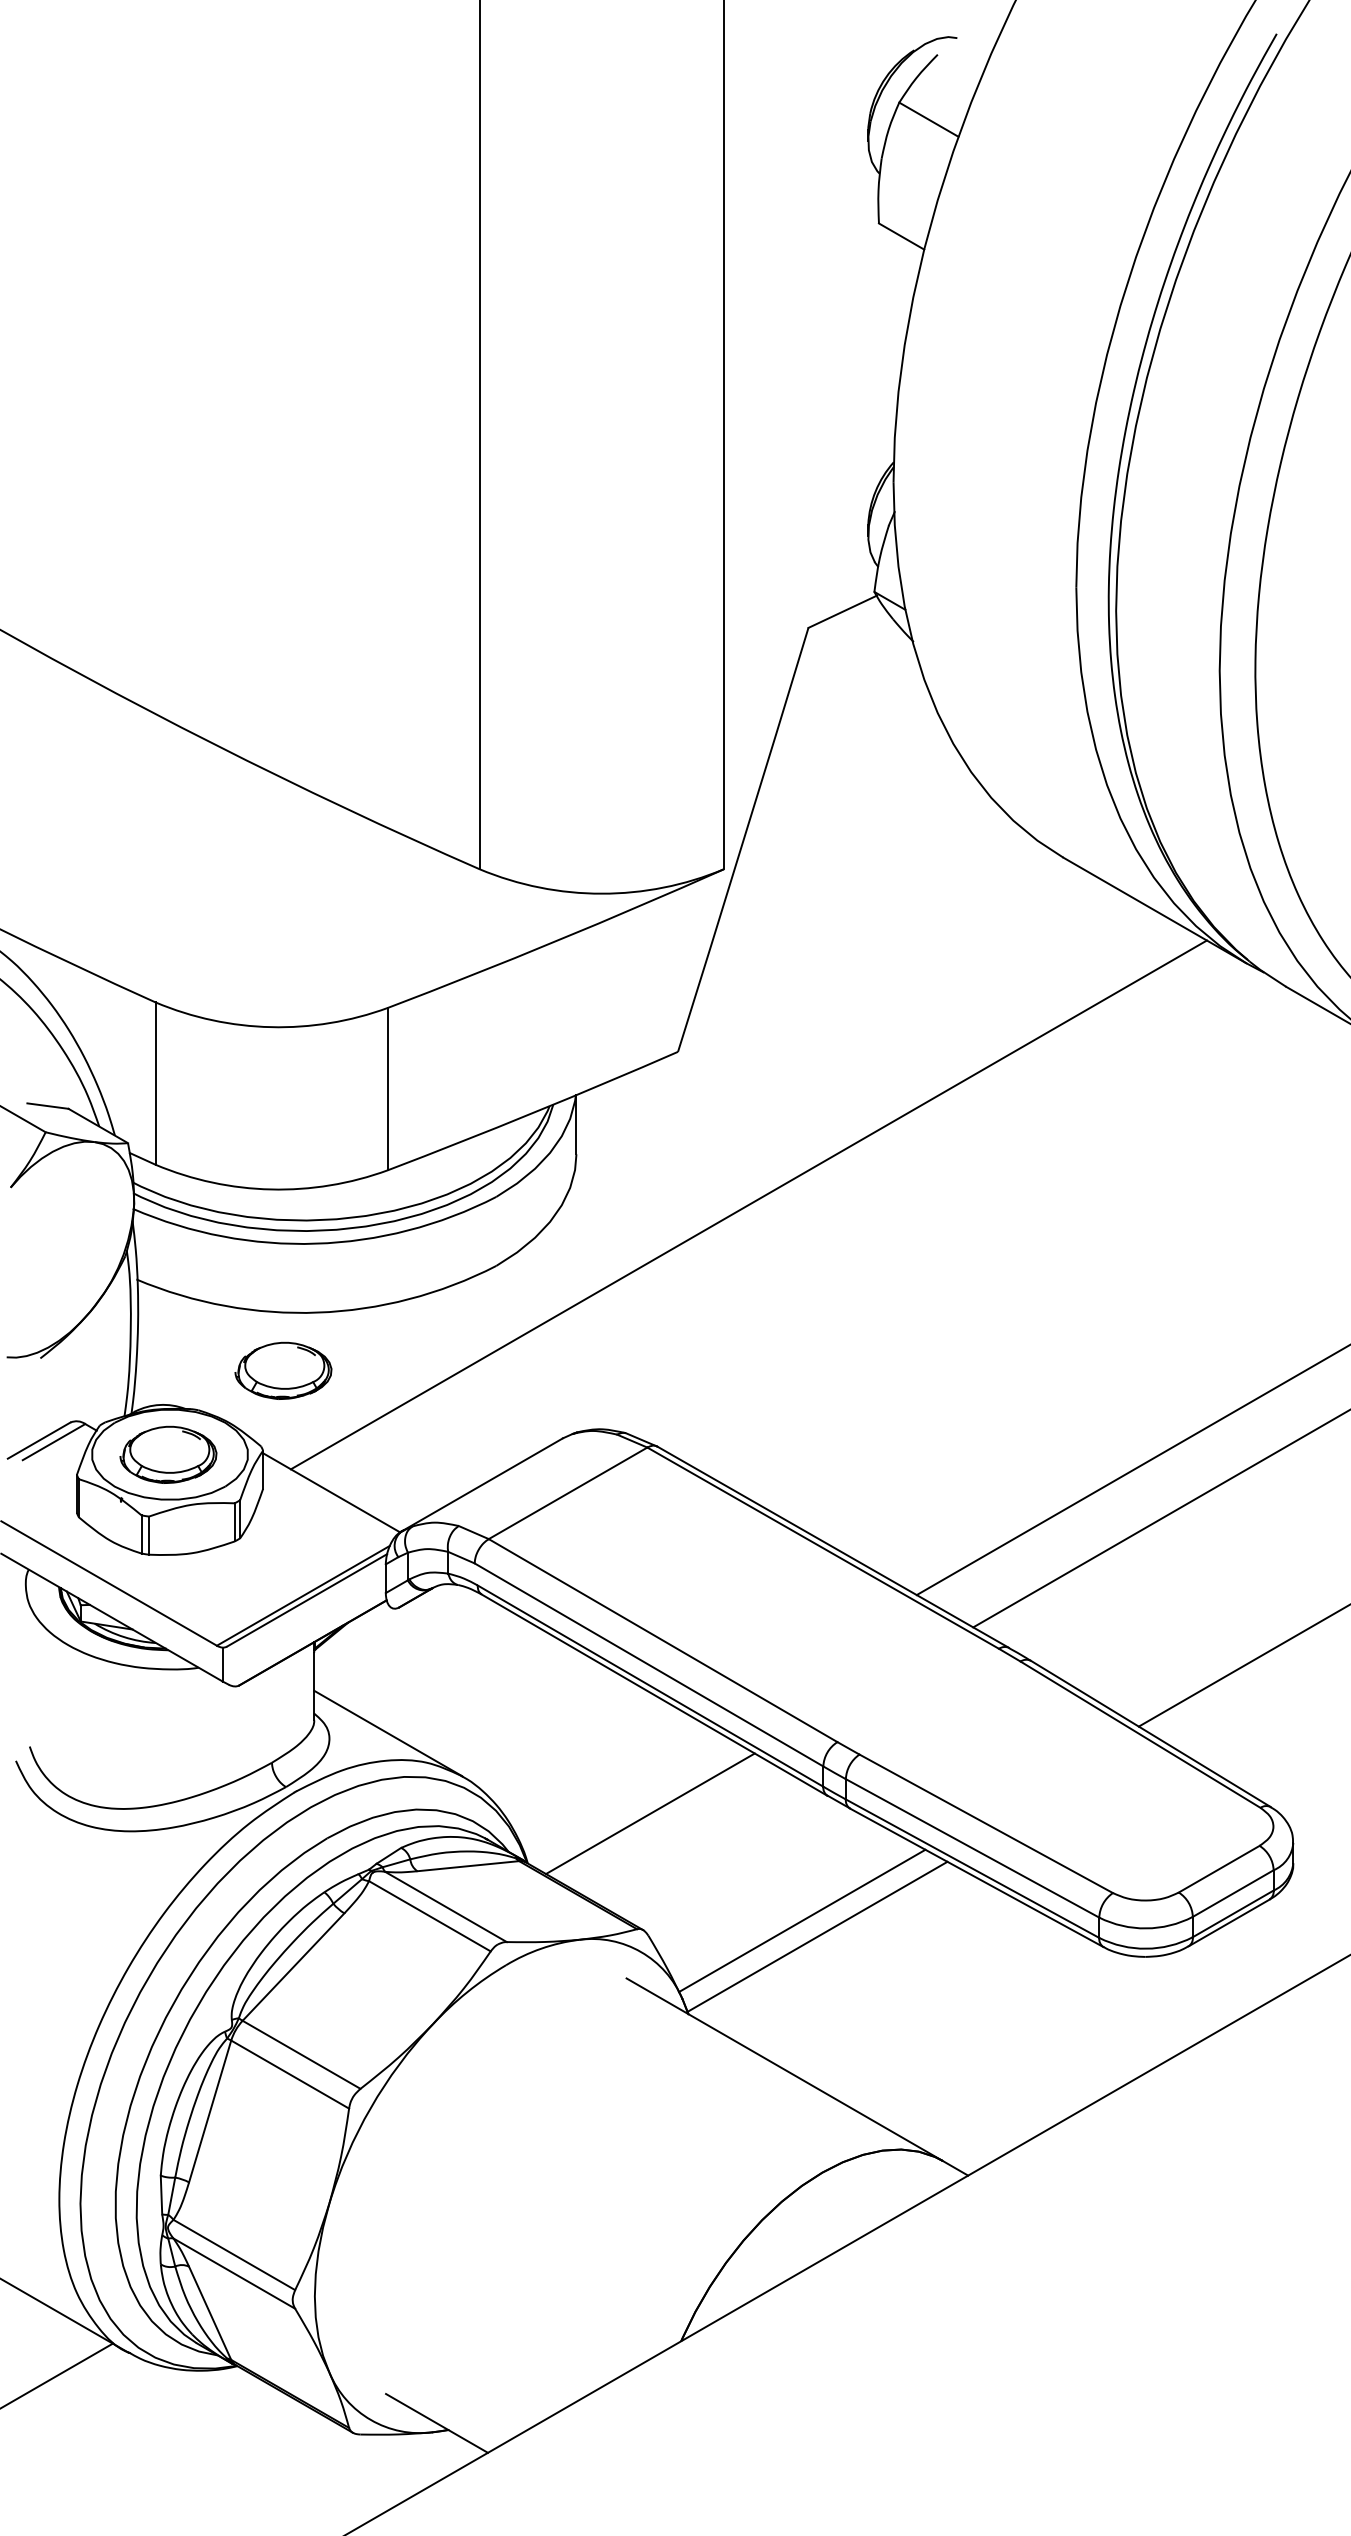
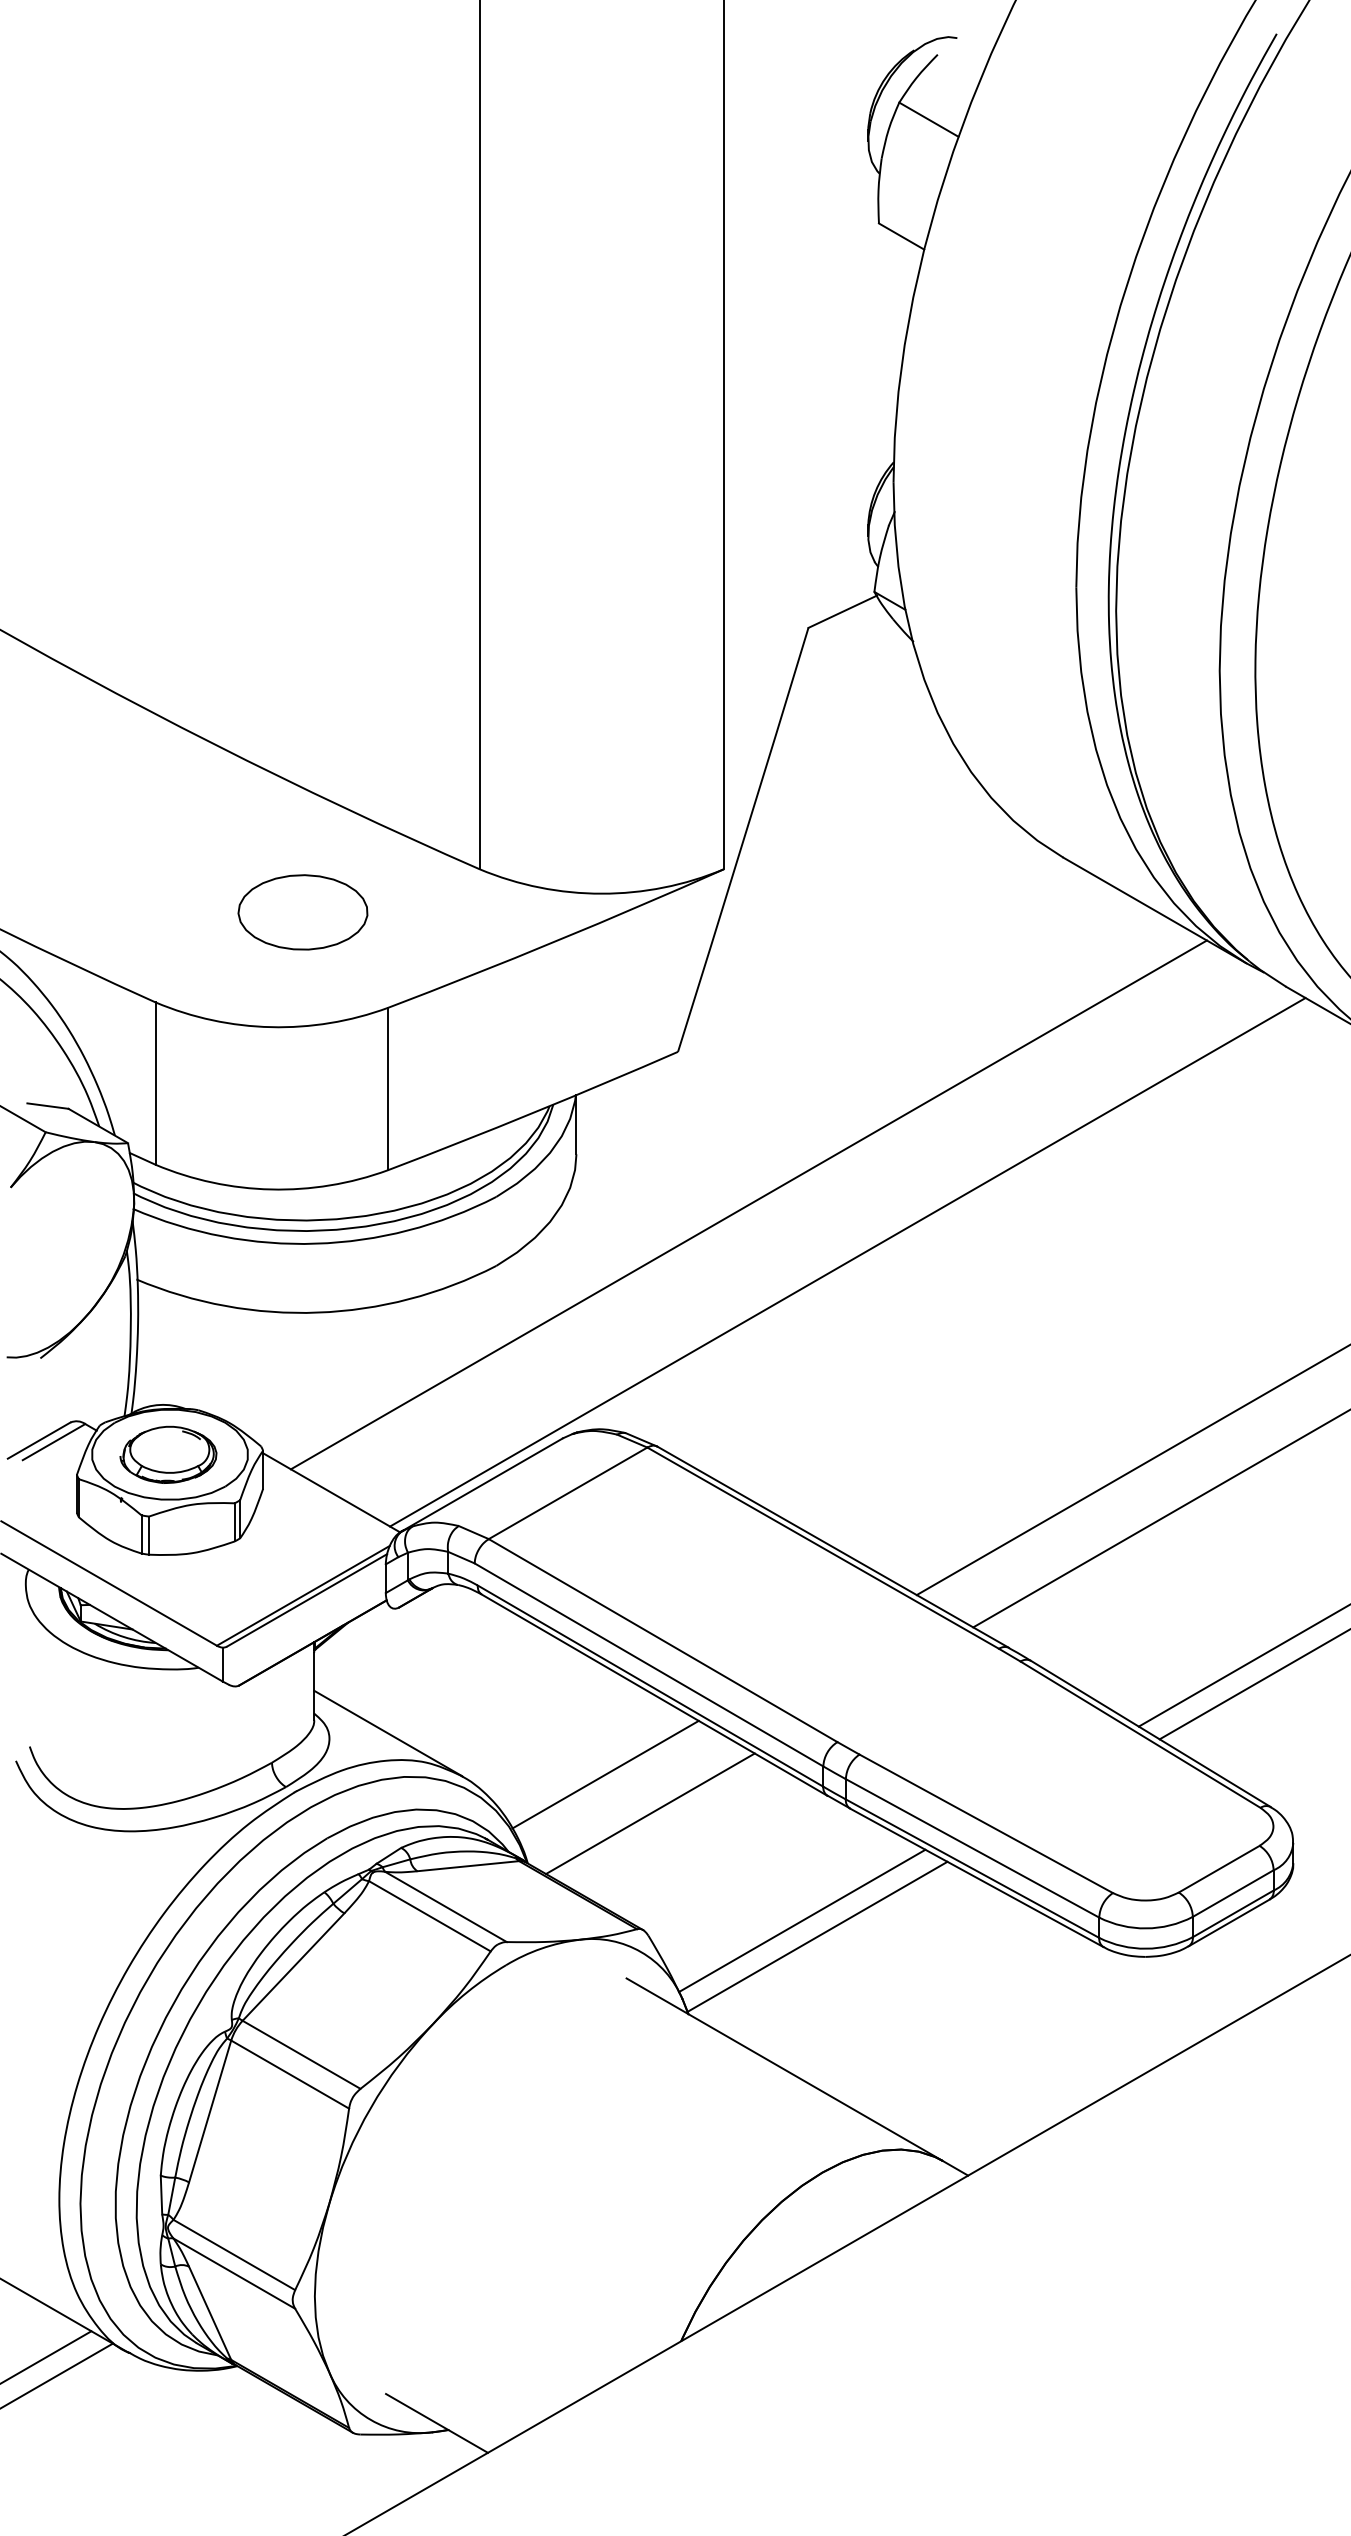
part at (302, 912): none -> present
line at (847, 1262): none -> present
part at (283, 1370): present -> none
line at (1253, 1684): none -> present
line at (605, 1774): none -> present
line at (46, 2356): none -> present
